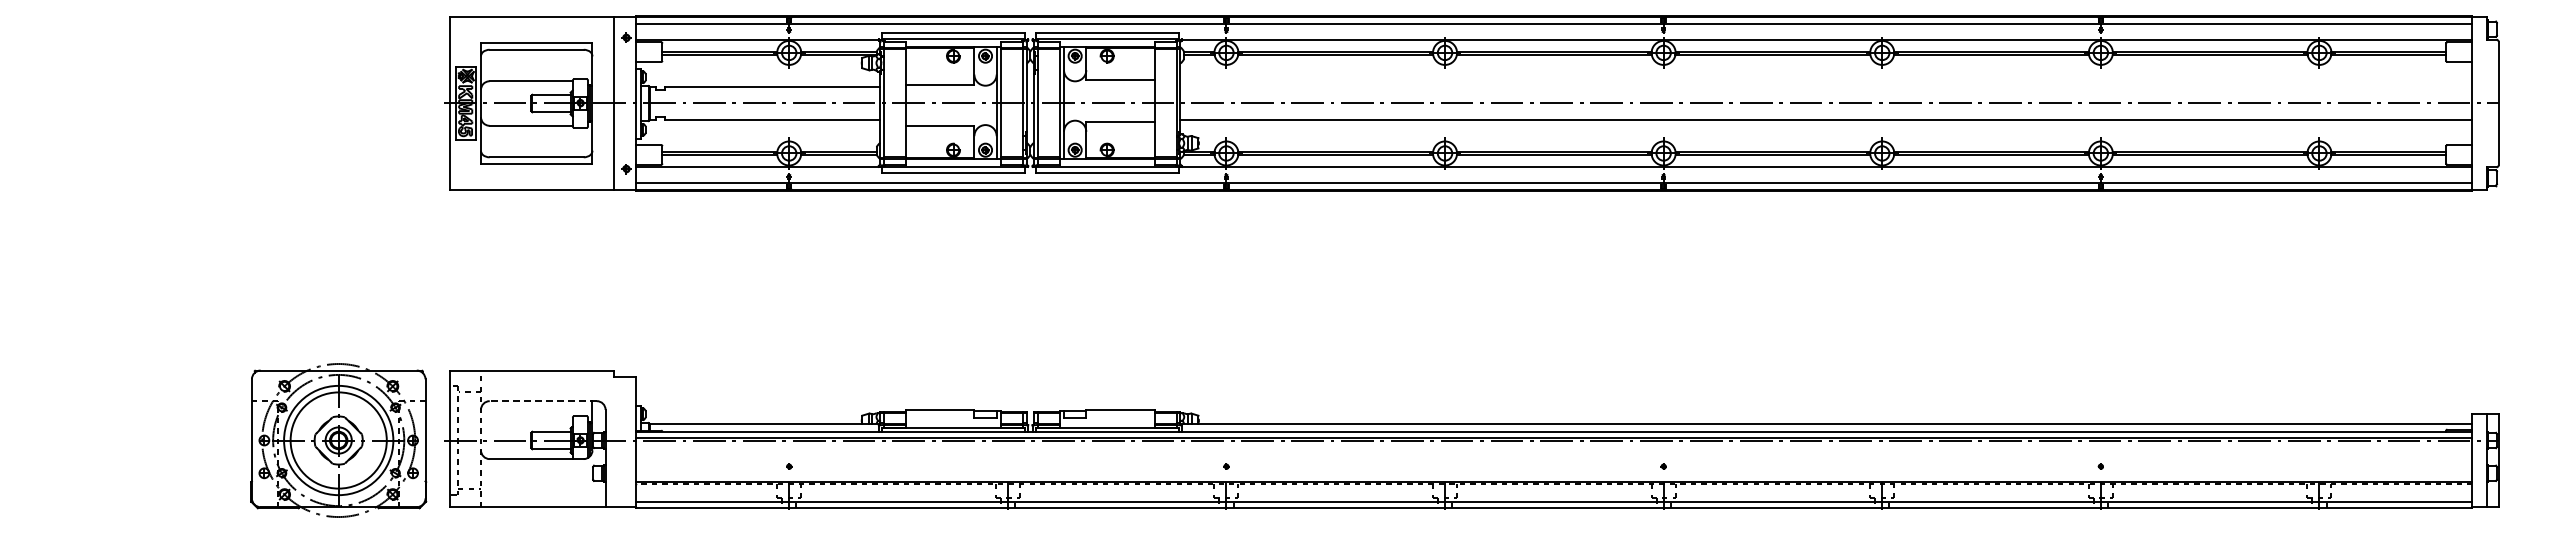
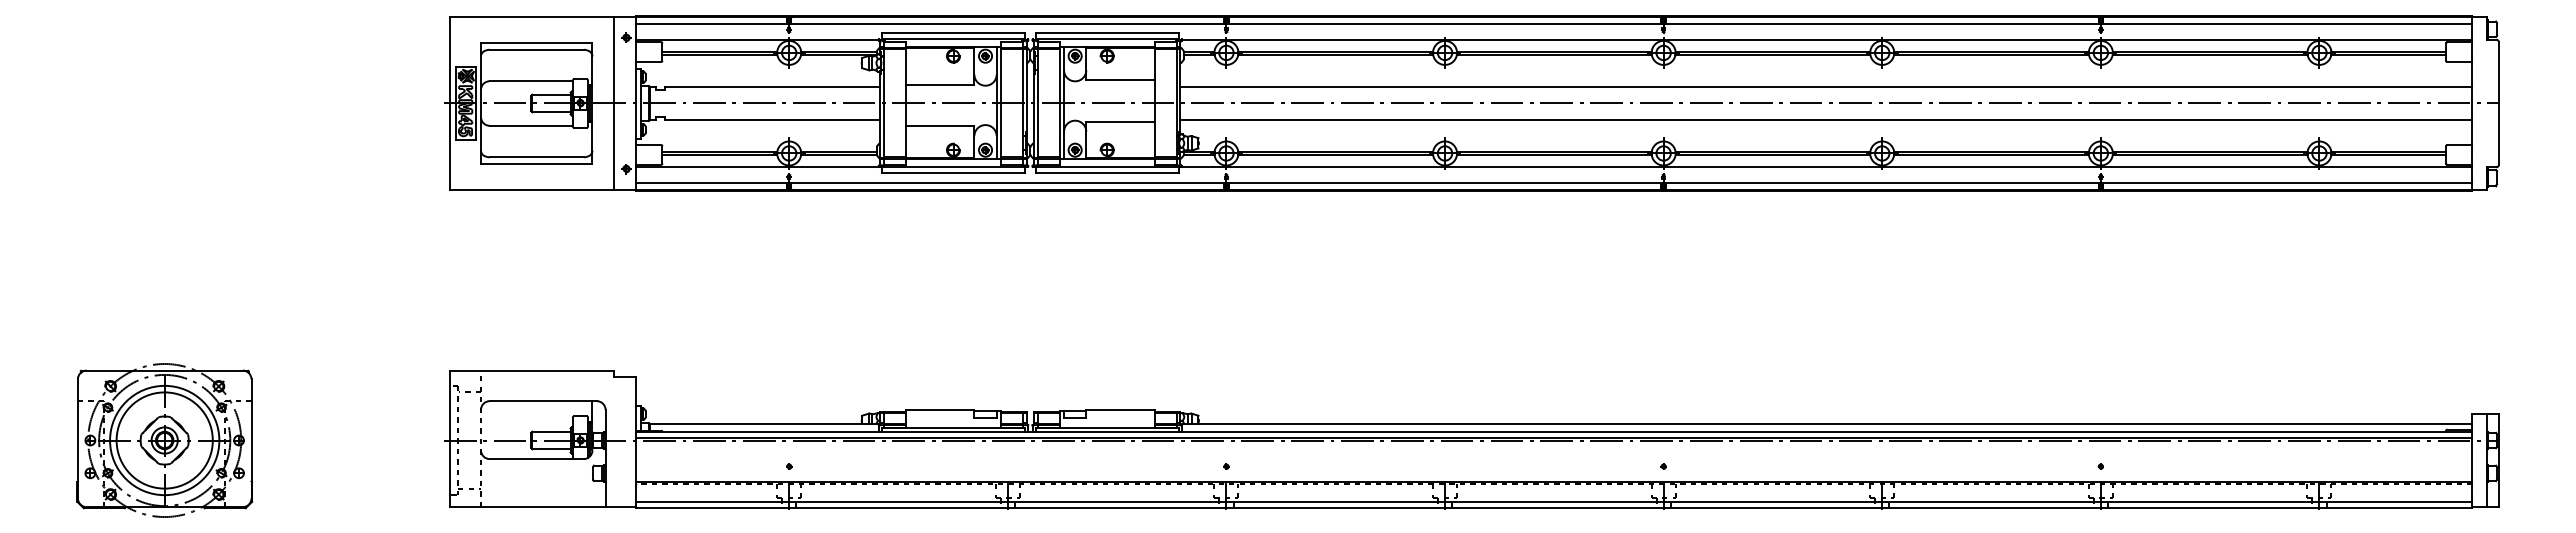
line at (1826, 87): none -> present
line at (543, 401): dashed -> solid
part at (338, 440) position: (338, 440) -> (164, 440)
